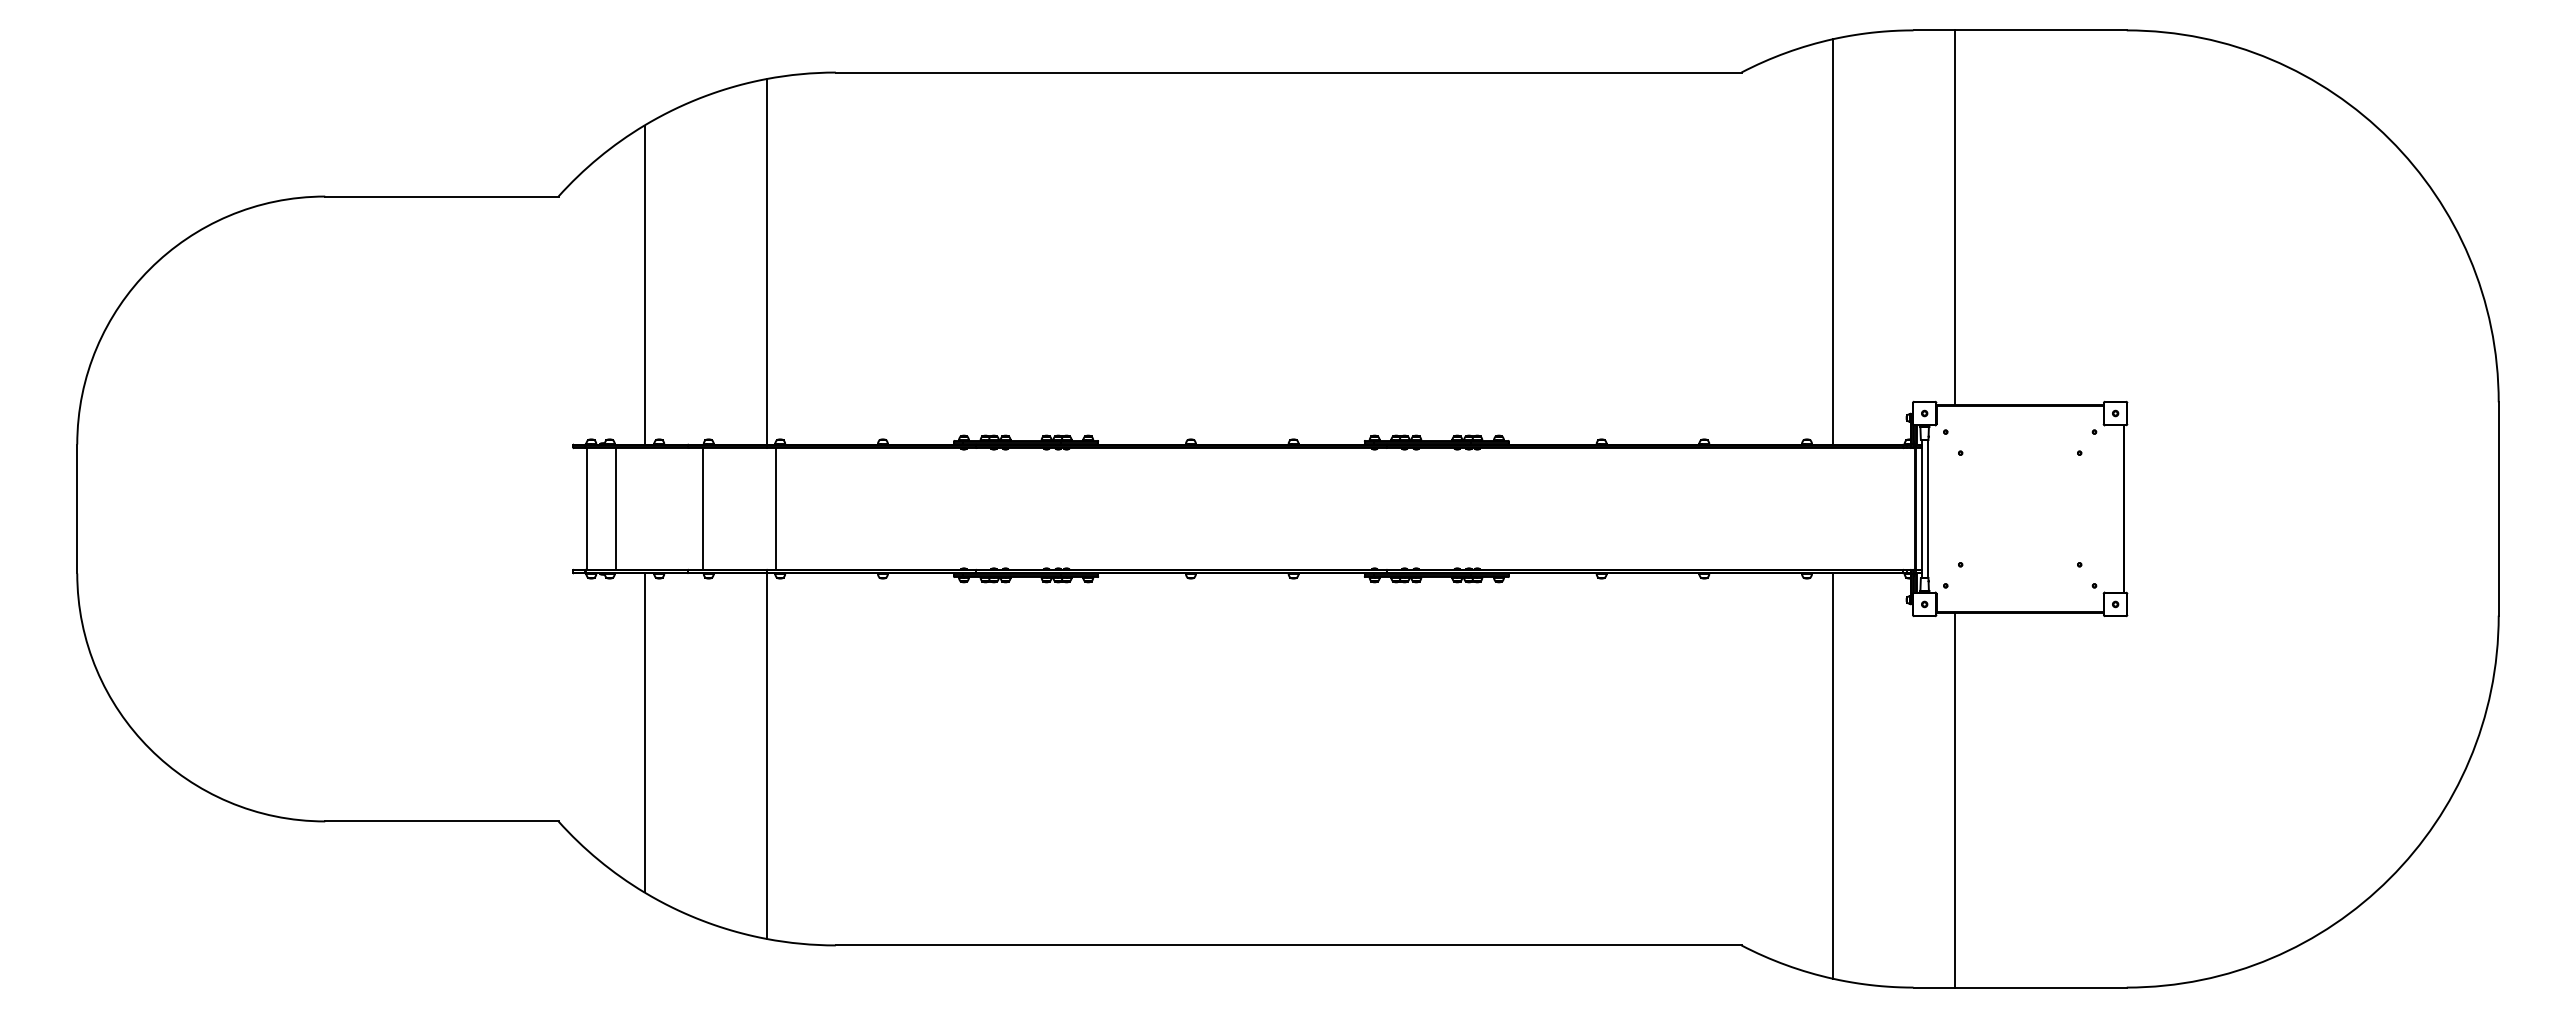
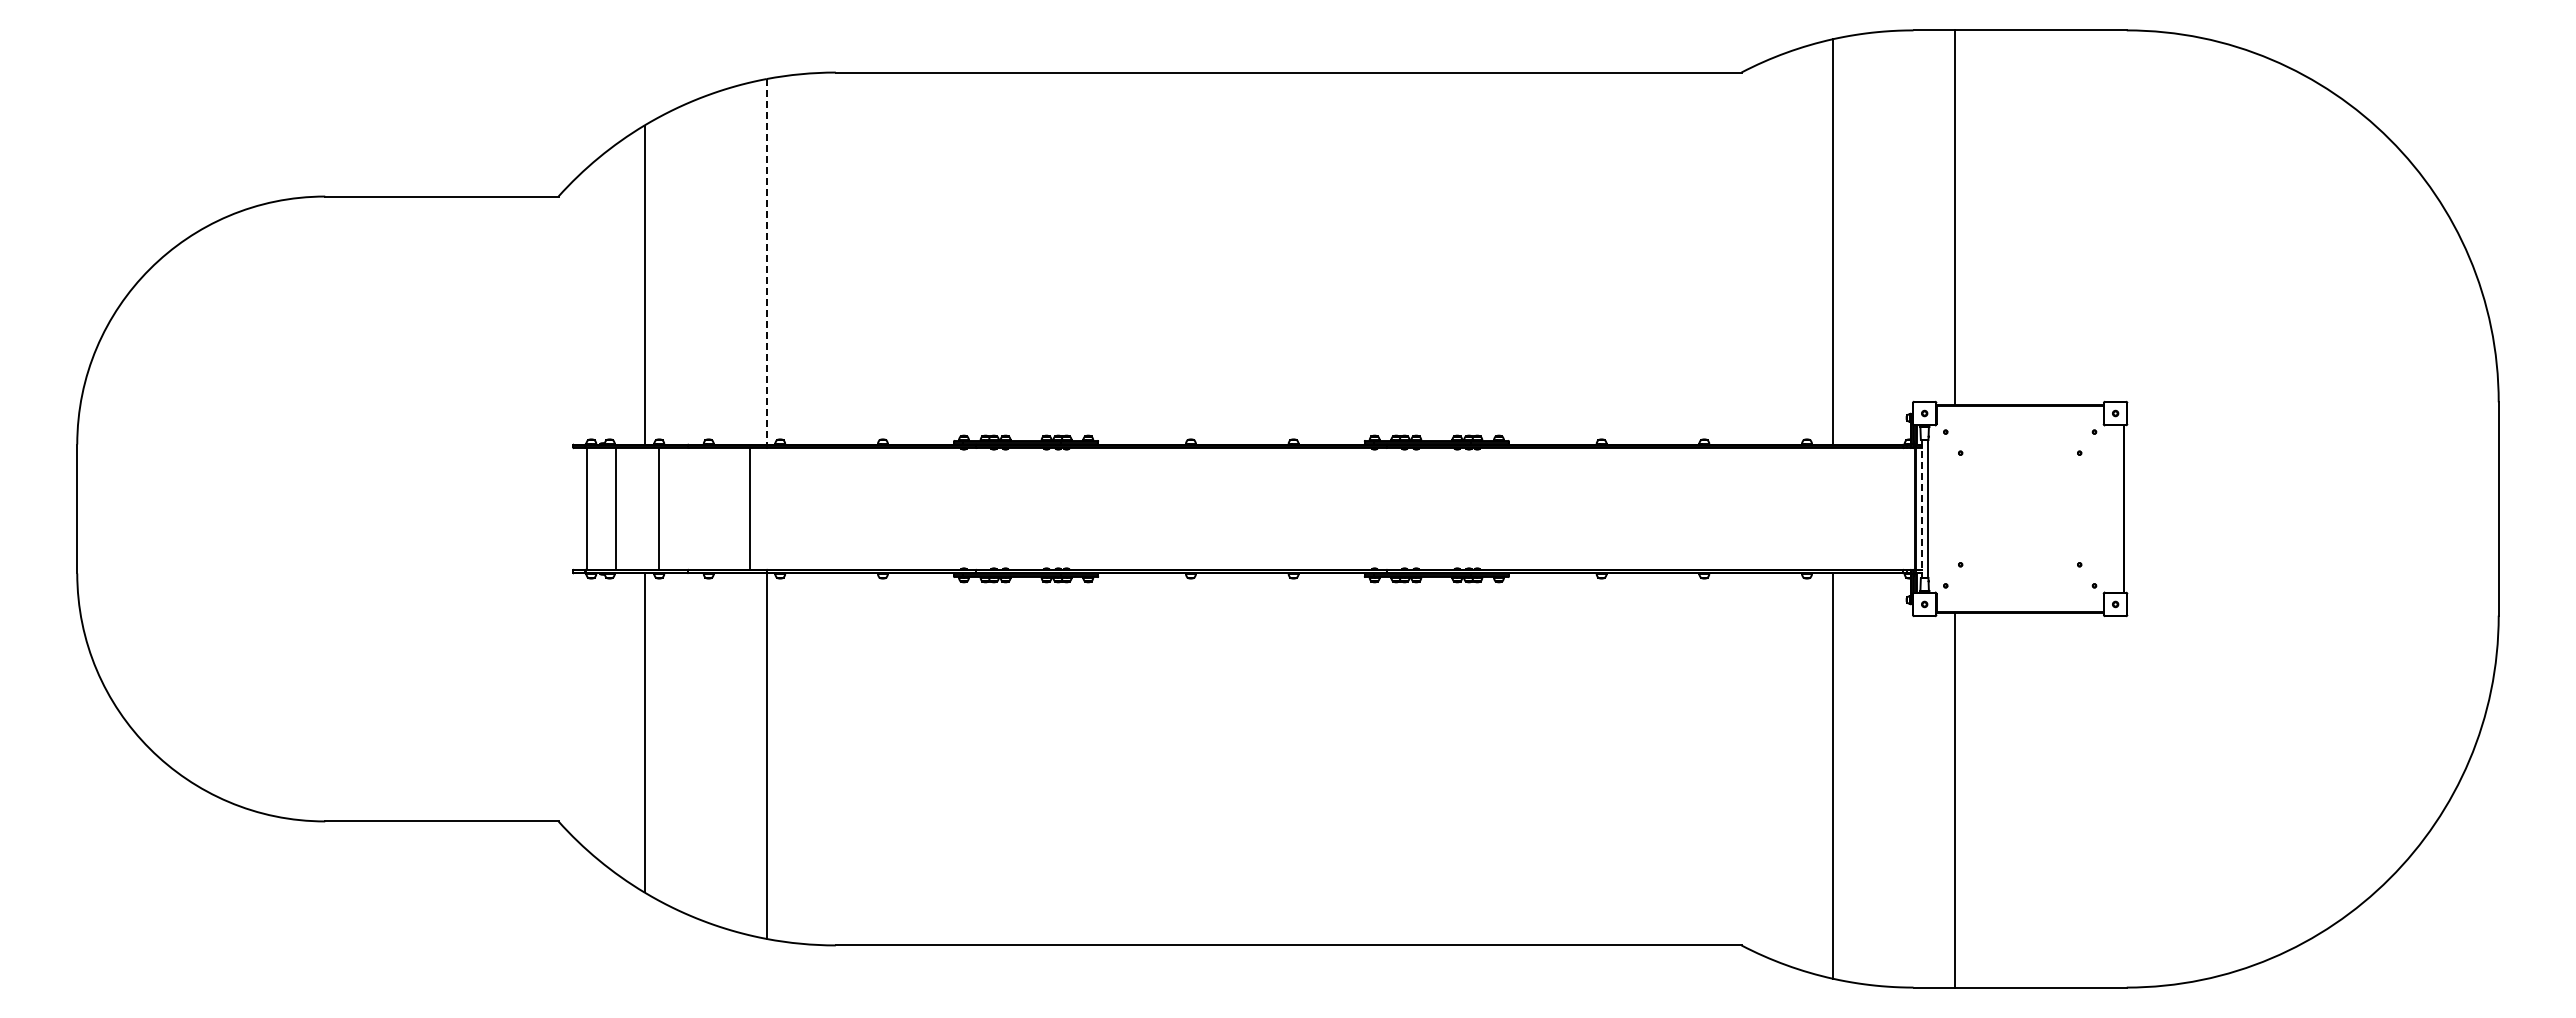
line at (766, 261): solid -> dashed
line at (702, 508) position: (702, 508) -> (658, 508)
line at (775, 508) position: (775, 508) -> (749, 508)
line at (1921, 509): solid -> dashed
